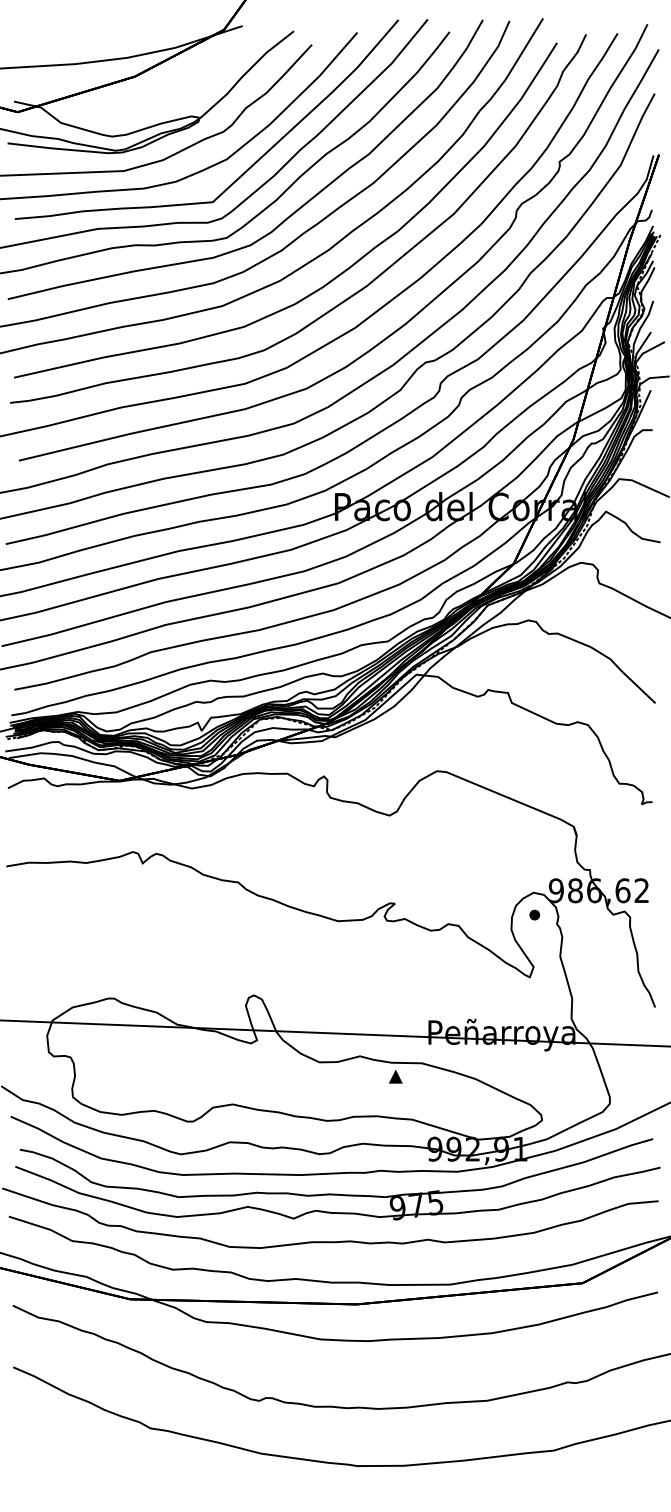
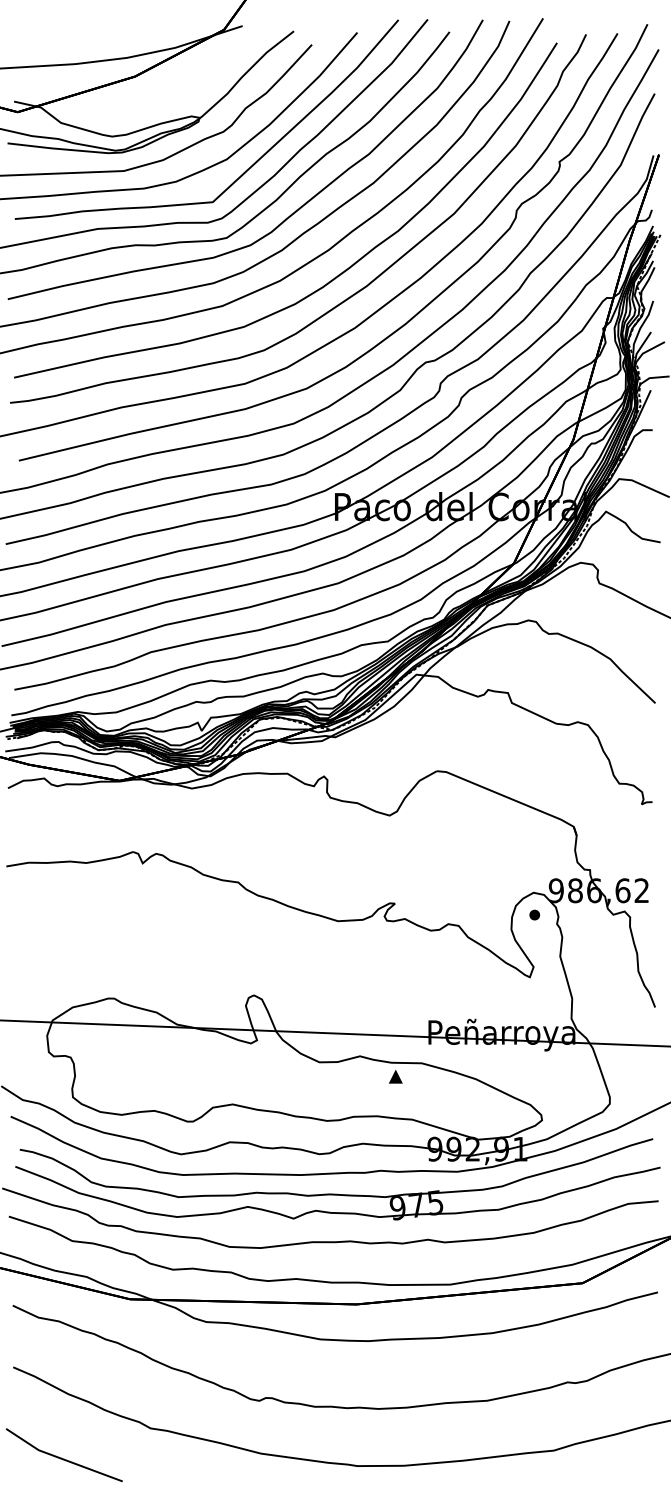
line at (61, 1457): none -> present
